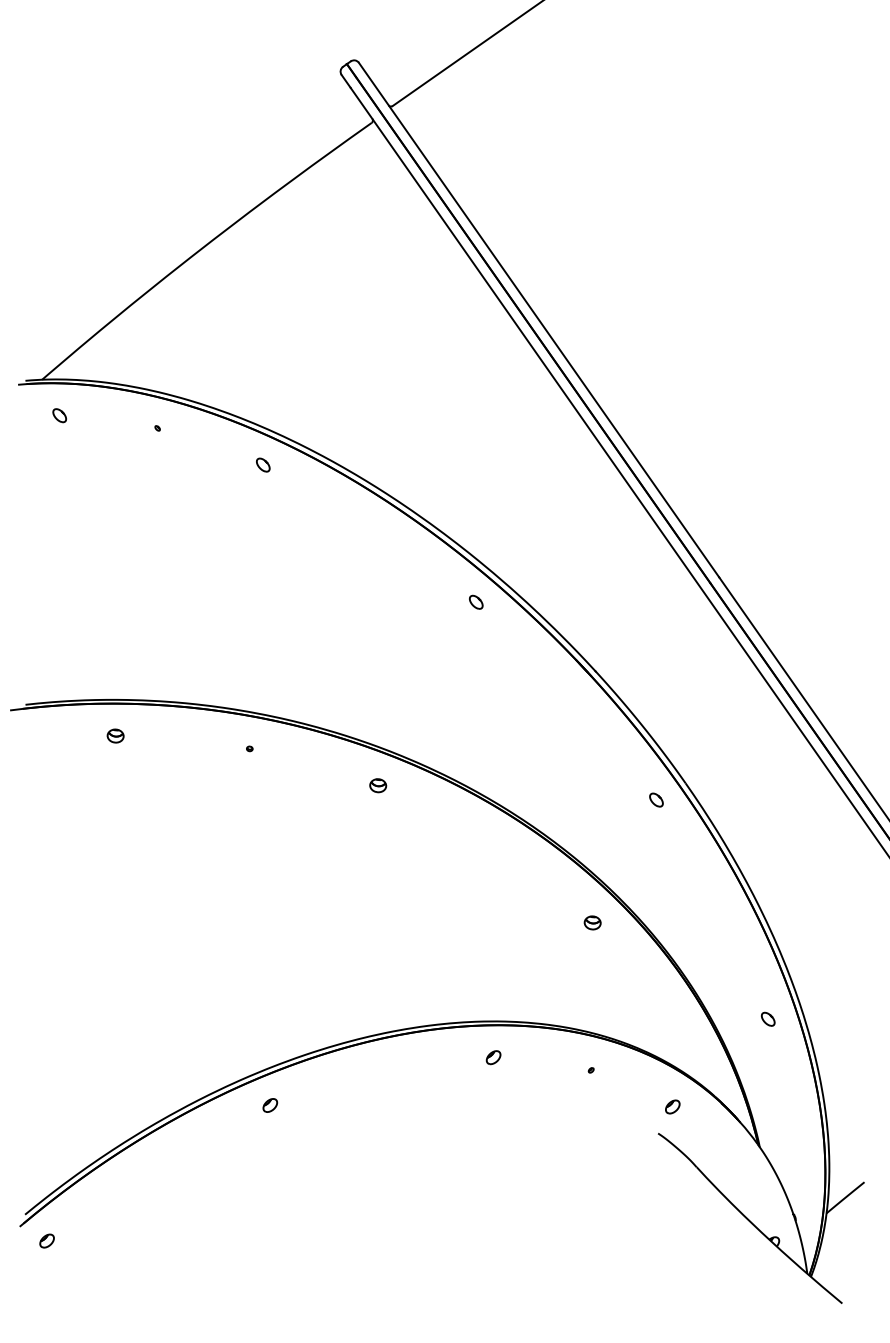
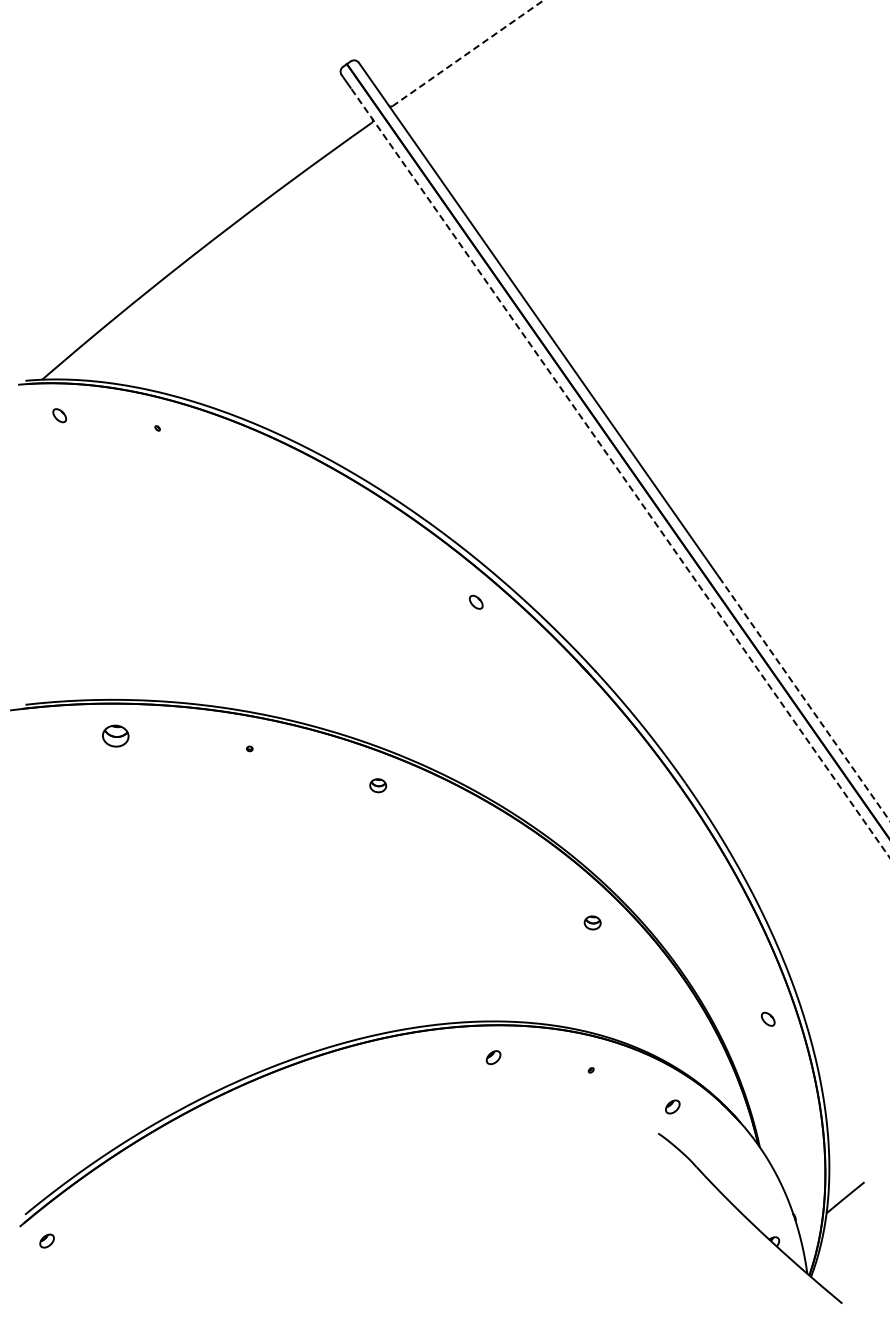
line at (468, 53): solid -> dashed
part at (263, 464): present -> none
line at (620, 472): solid -> dashed
line at (804, 699): solid -> dashed
part at (115, 735) size: 19x16 px -> 28x24 px
part at (656, 799): present -> none
part at (270, 1105): present -> none
